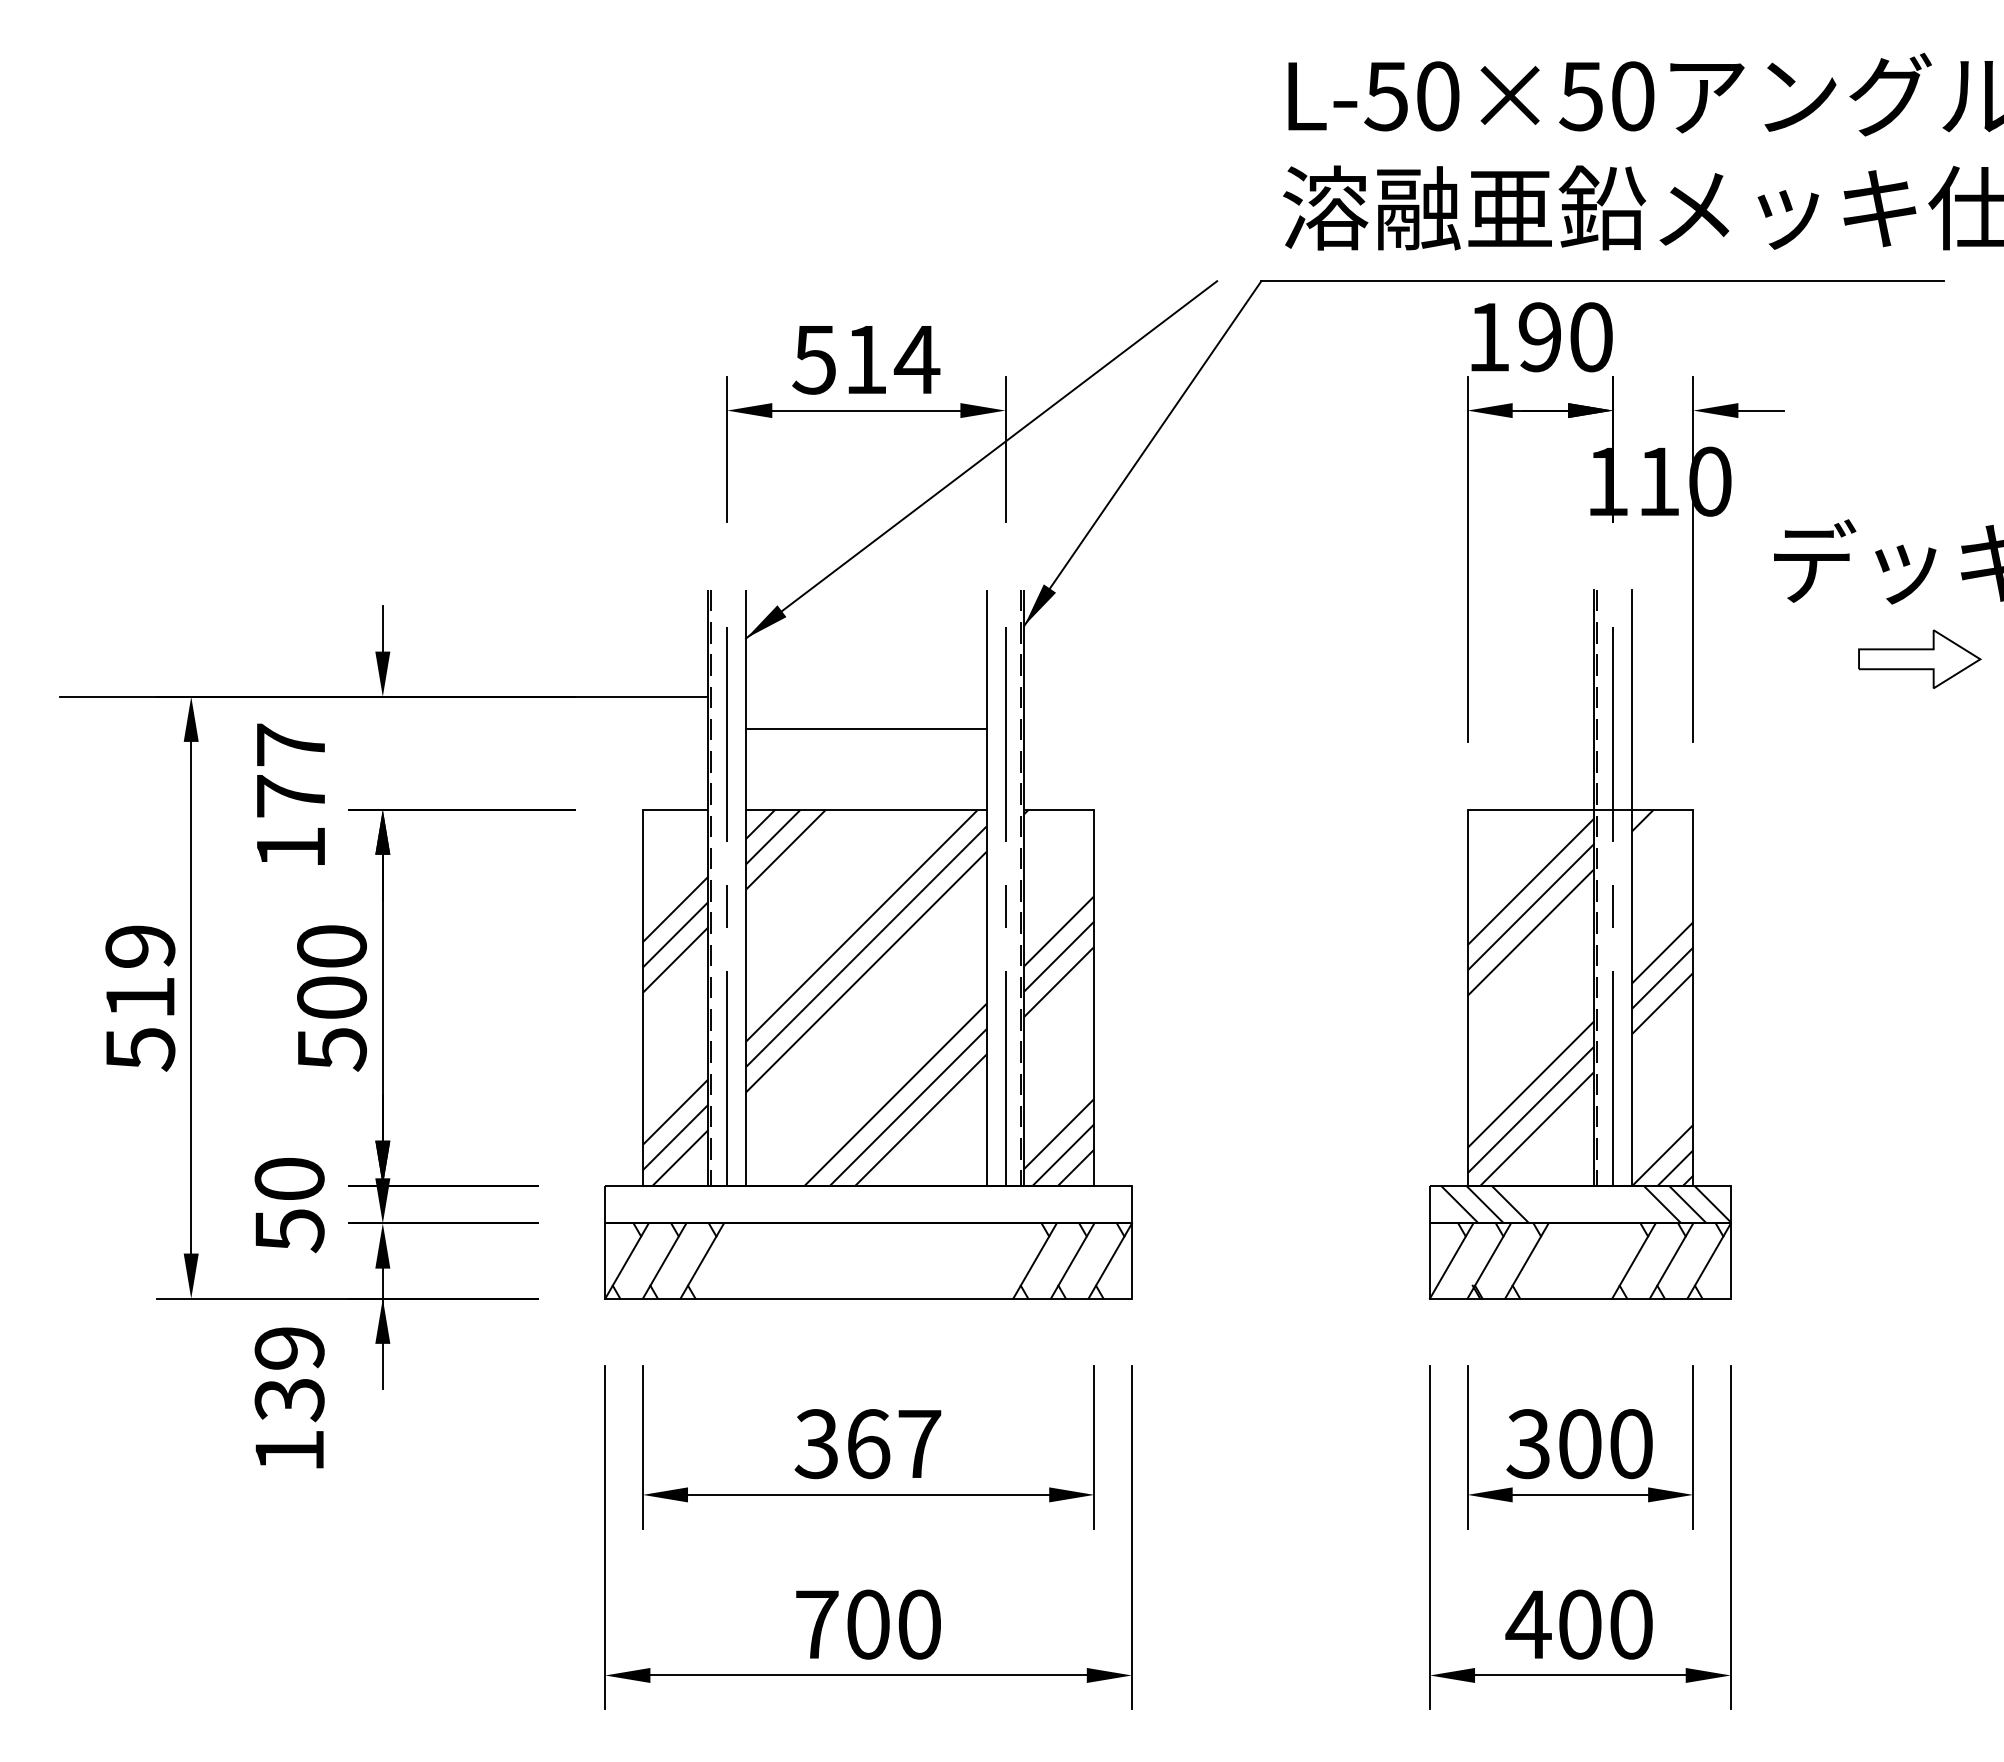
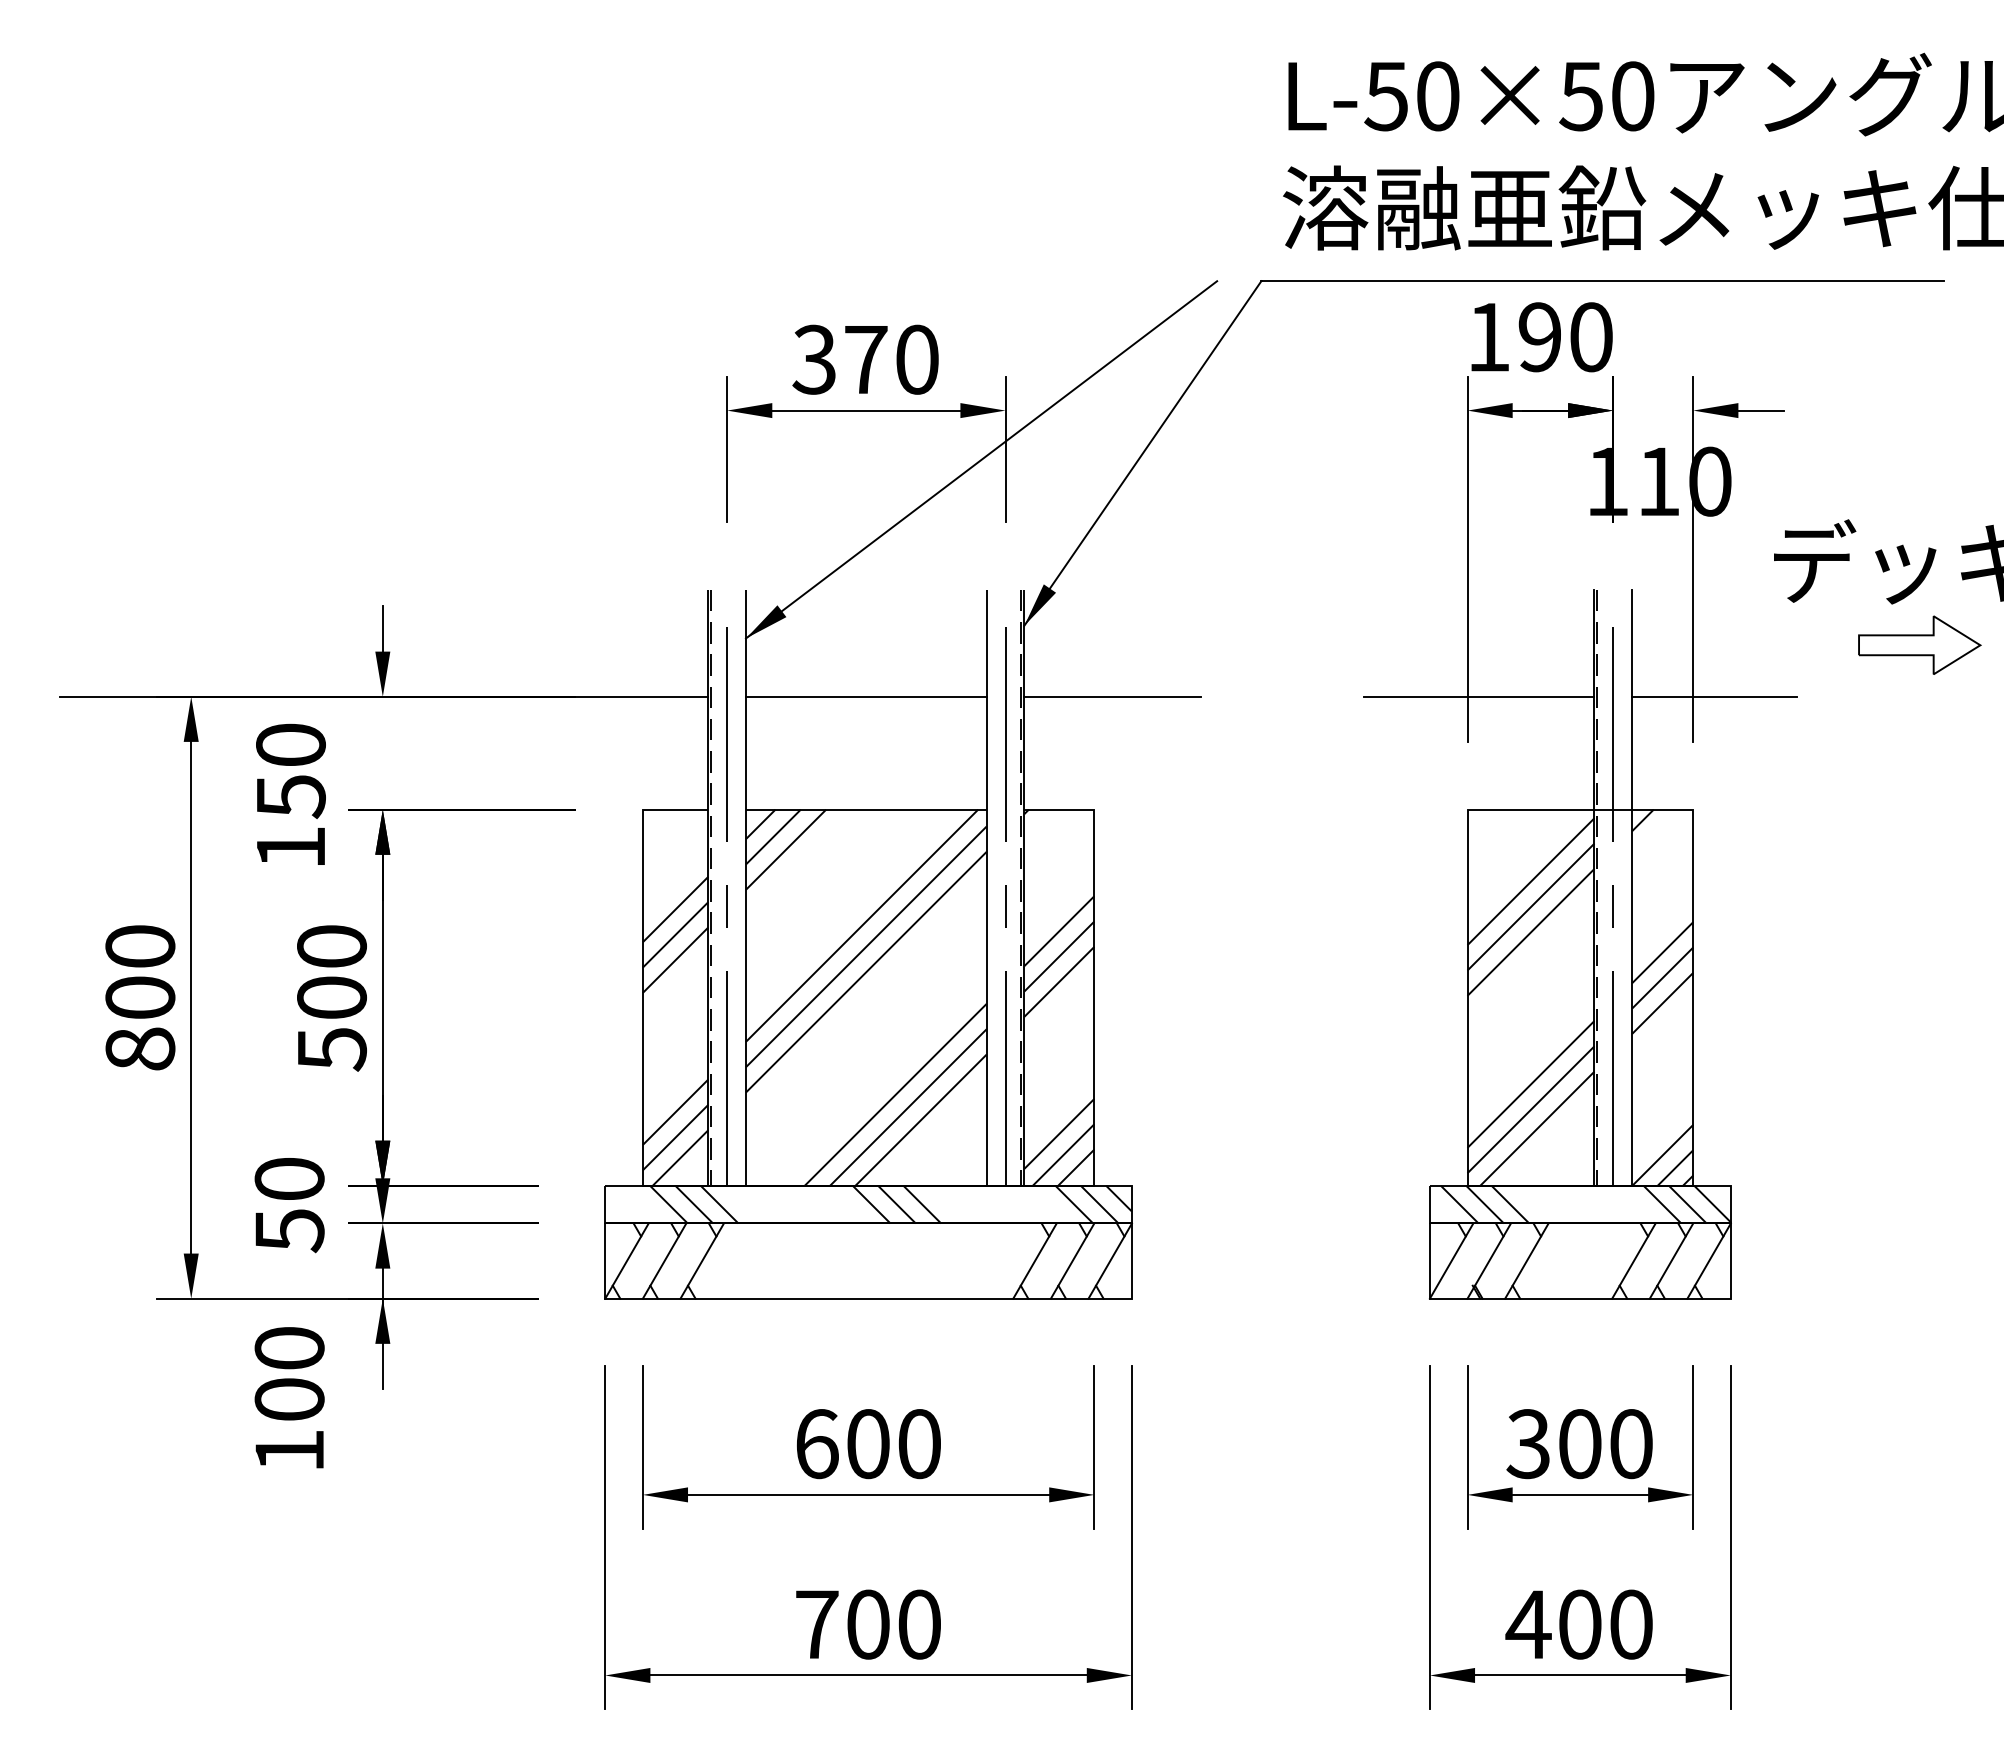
text at (866, 359): 514 -> 370
part at (1919, 658) position: (1919, 658) -> (1919, 644)
line at (1112, 696): none -> present
line at (1479, 696): none -> present
line at (1714, 696): none -> present
line at (865, 728) position: (865, 728) -> (865, 696)
text at (290, 771): 177 -> 150
text at (140, 998): 519 -> 800
hatch at (890, 1204): none -> present
text at (289, 1374): 139 -> 100
text at (867, 1444): 367 -> 600
